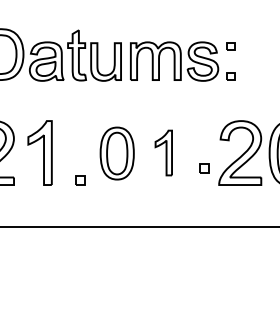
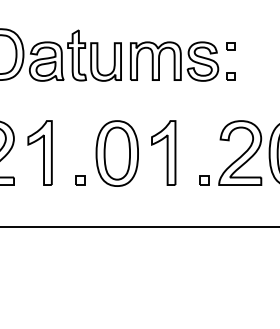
part at (163, 152) size: 19x48 px -> 26x66 px
part at (116, 153) size: 36x55 px -> 44x67 px
part at (204, 168) position: (204, 168) -> (204, 180)
